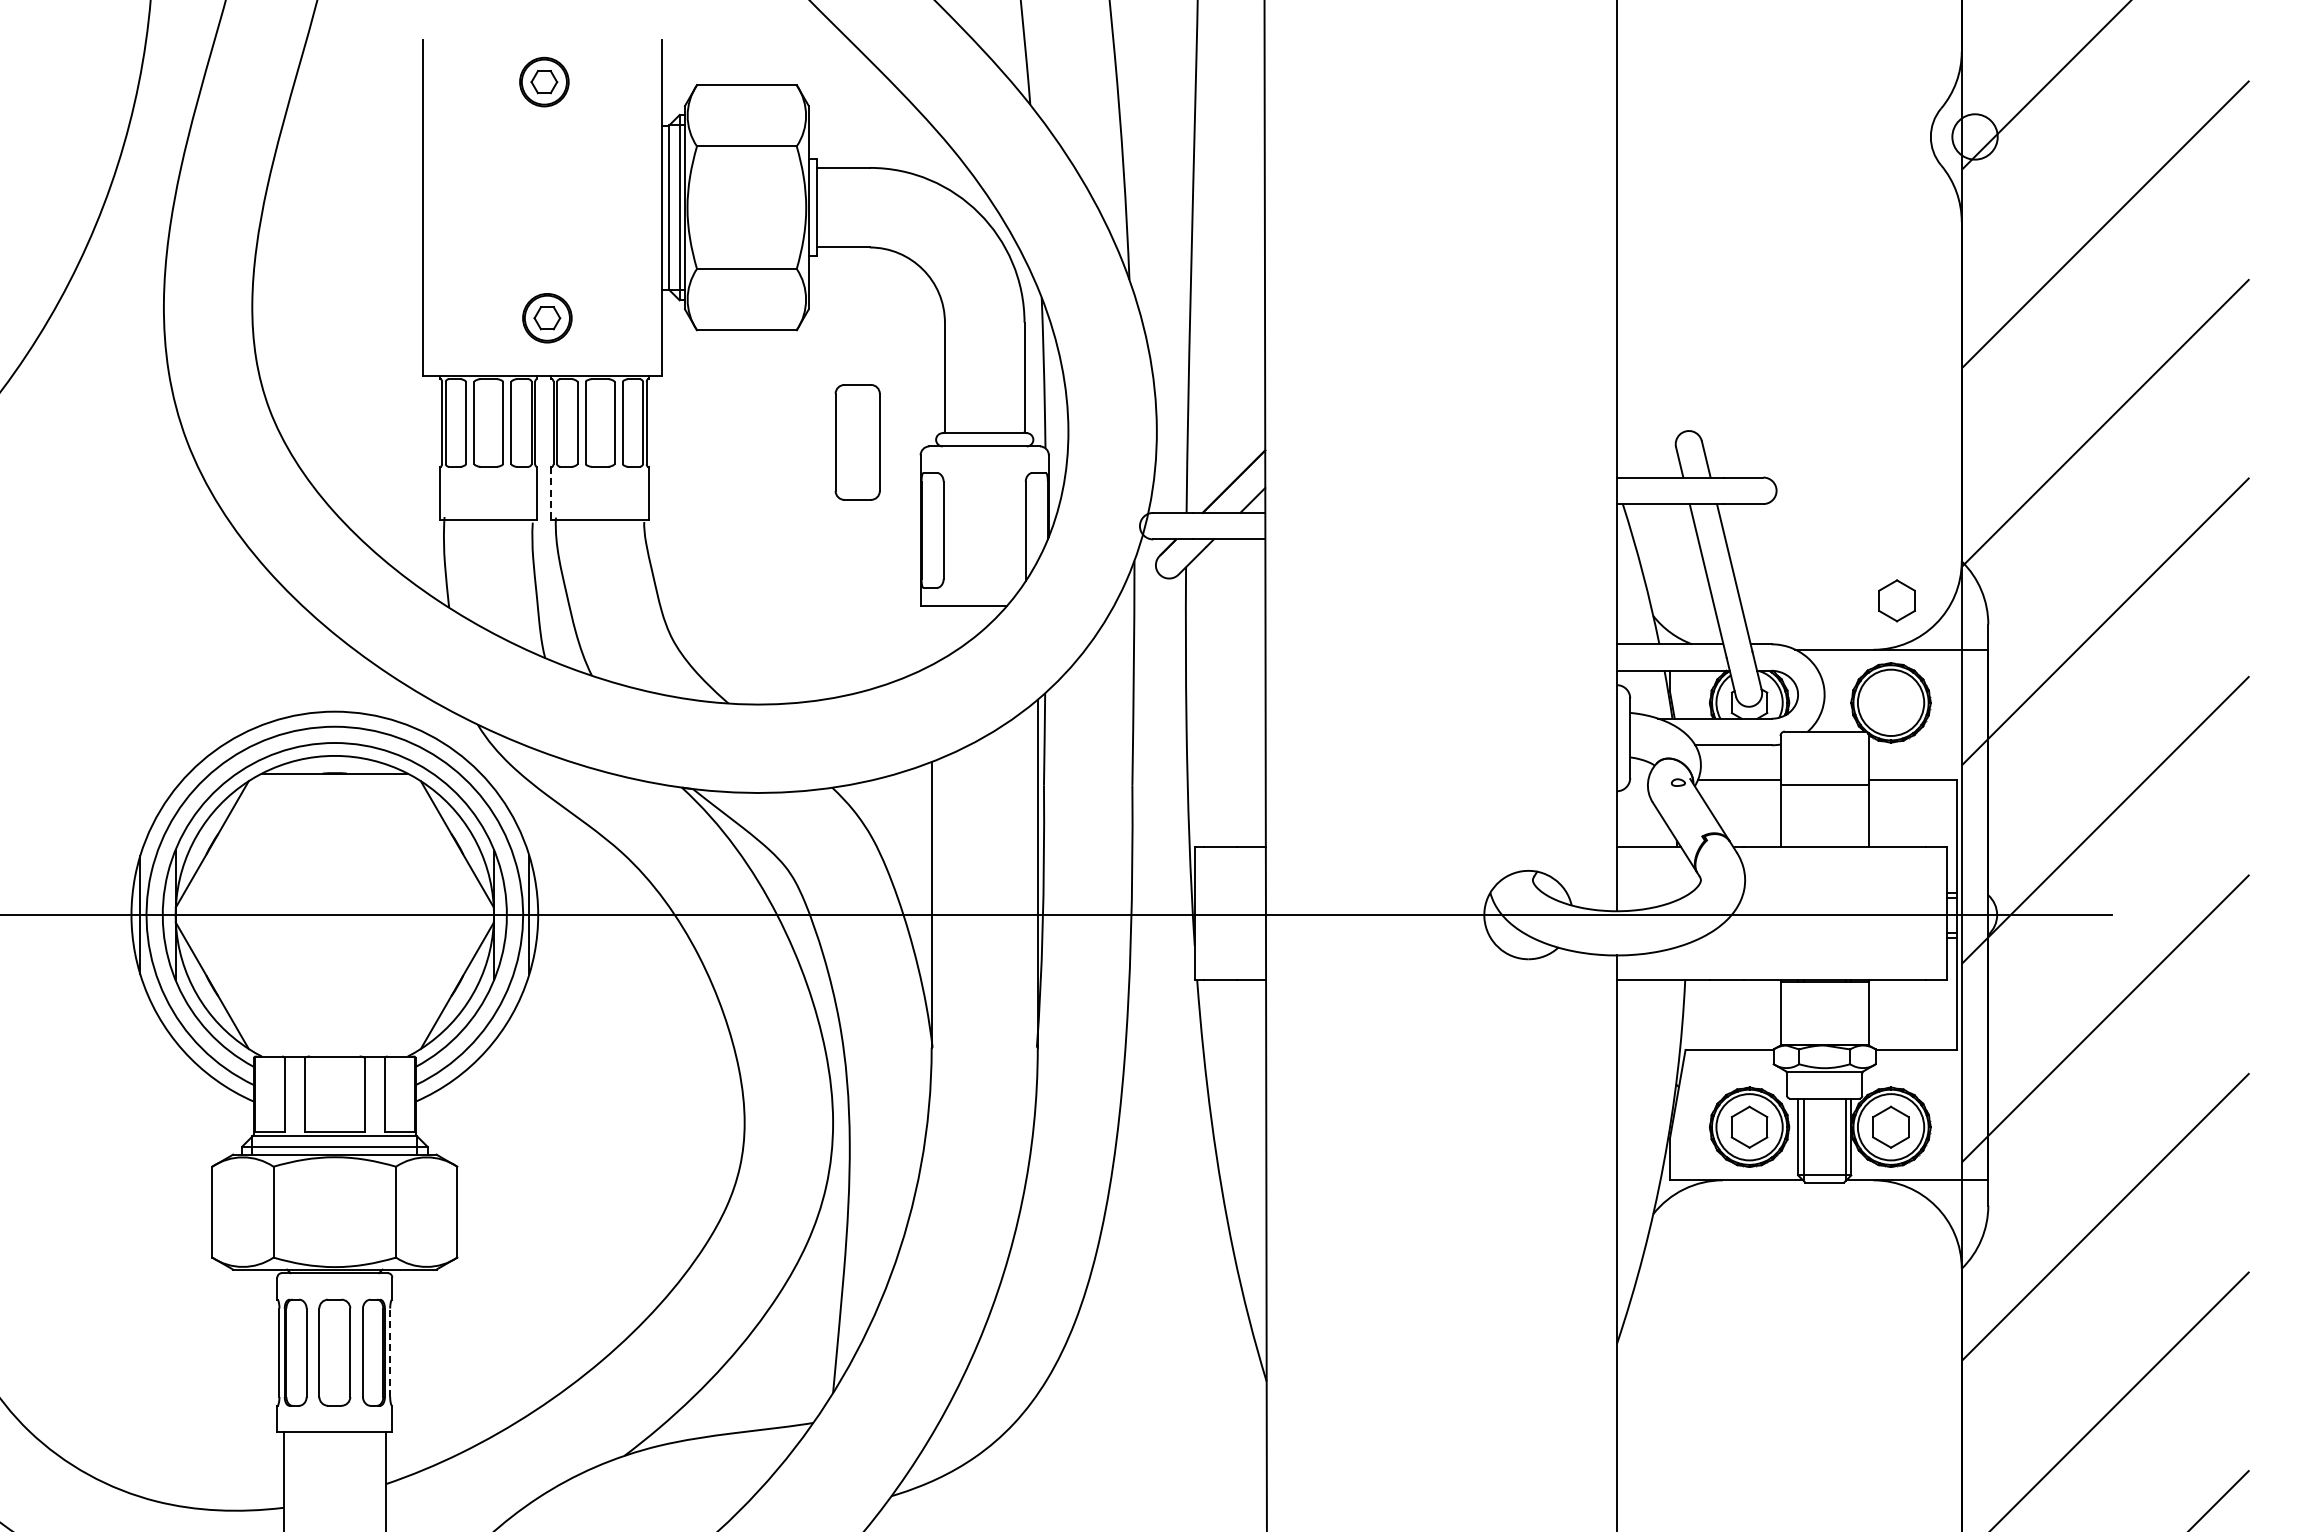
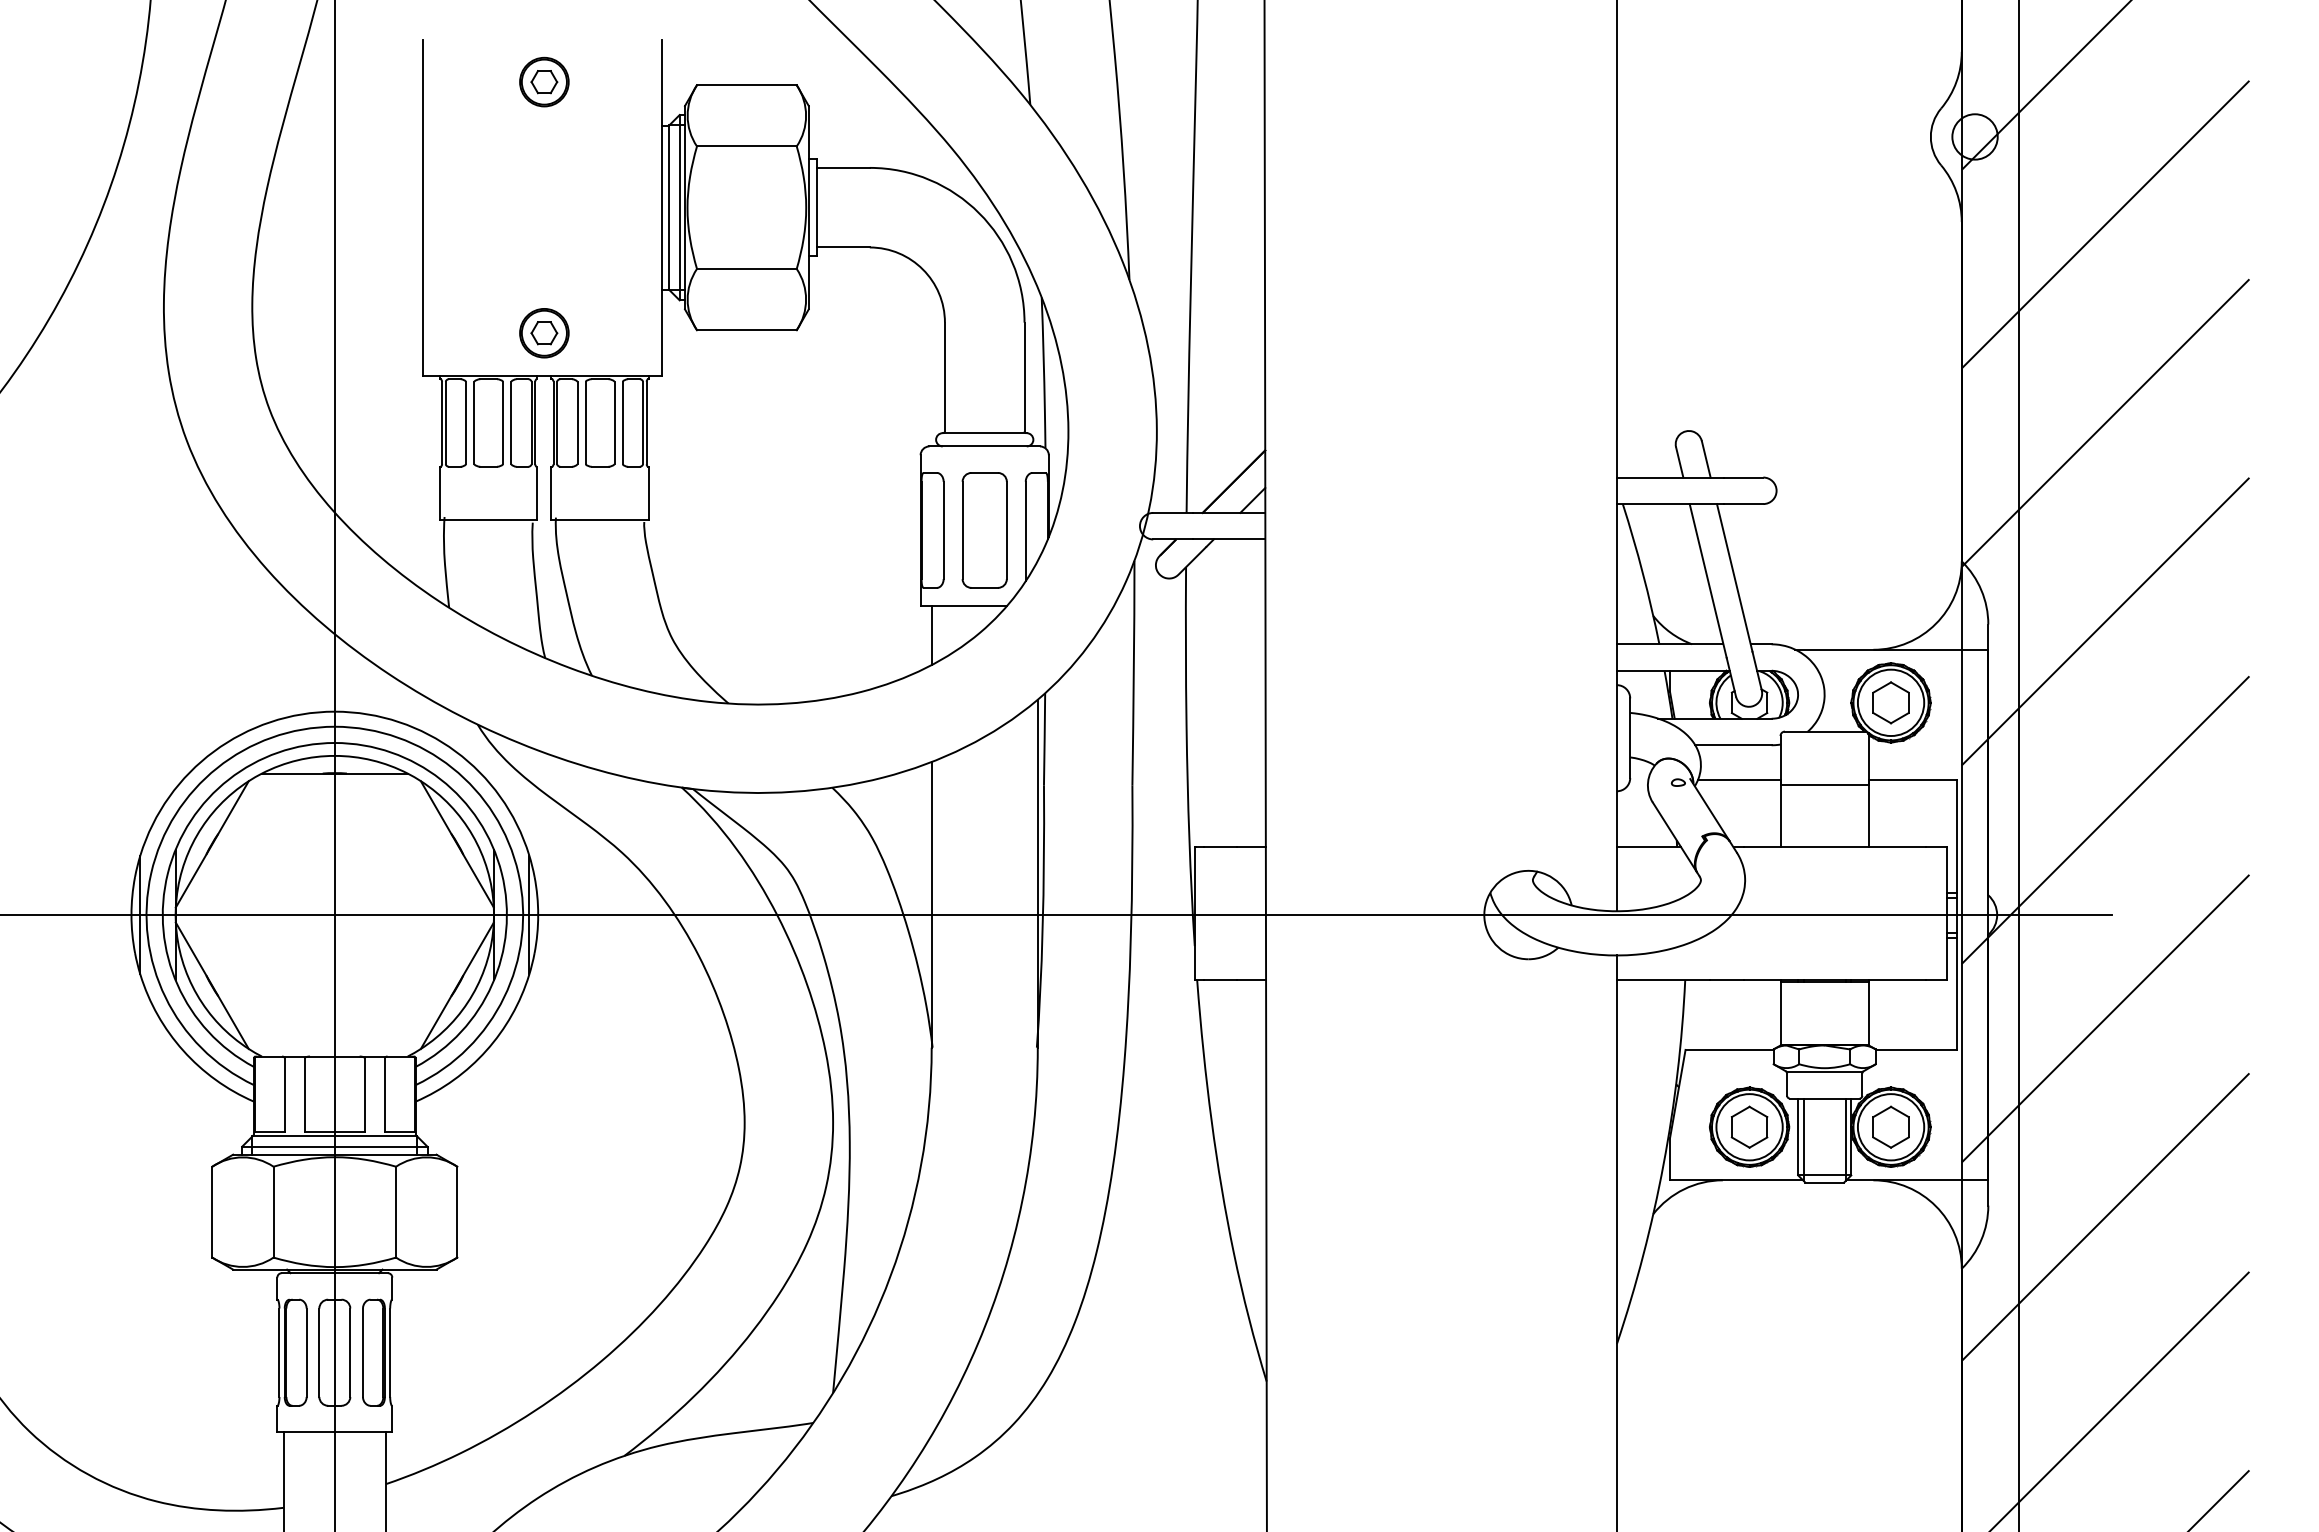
part at (547, 318) position: (547, 318) -> (544, 333)
part at (857, 442) position: (857, 442) -> (984, 530)
line at (551, 493): dashed -> solid
part at (1896, 600) position: (1896, 600) -> (1890, 702)
line at (931, 635): none -> present
line at (334, 765): none -> present
line at (2019, 765): none -> present
line at (390, 1352): dashed -> solid
